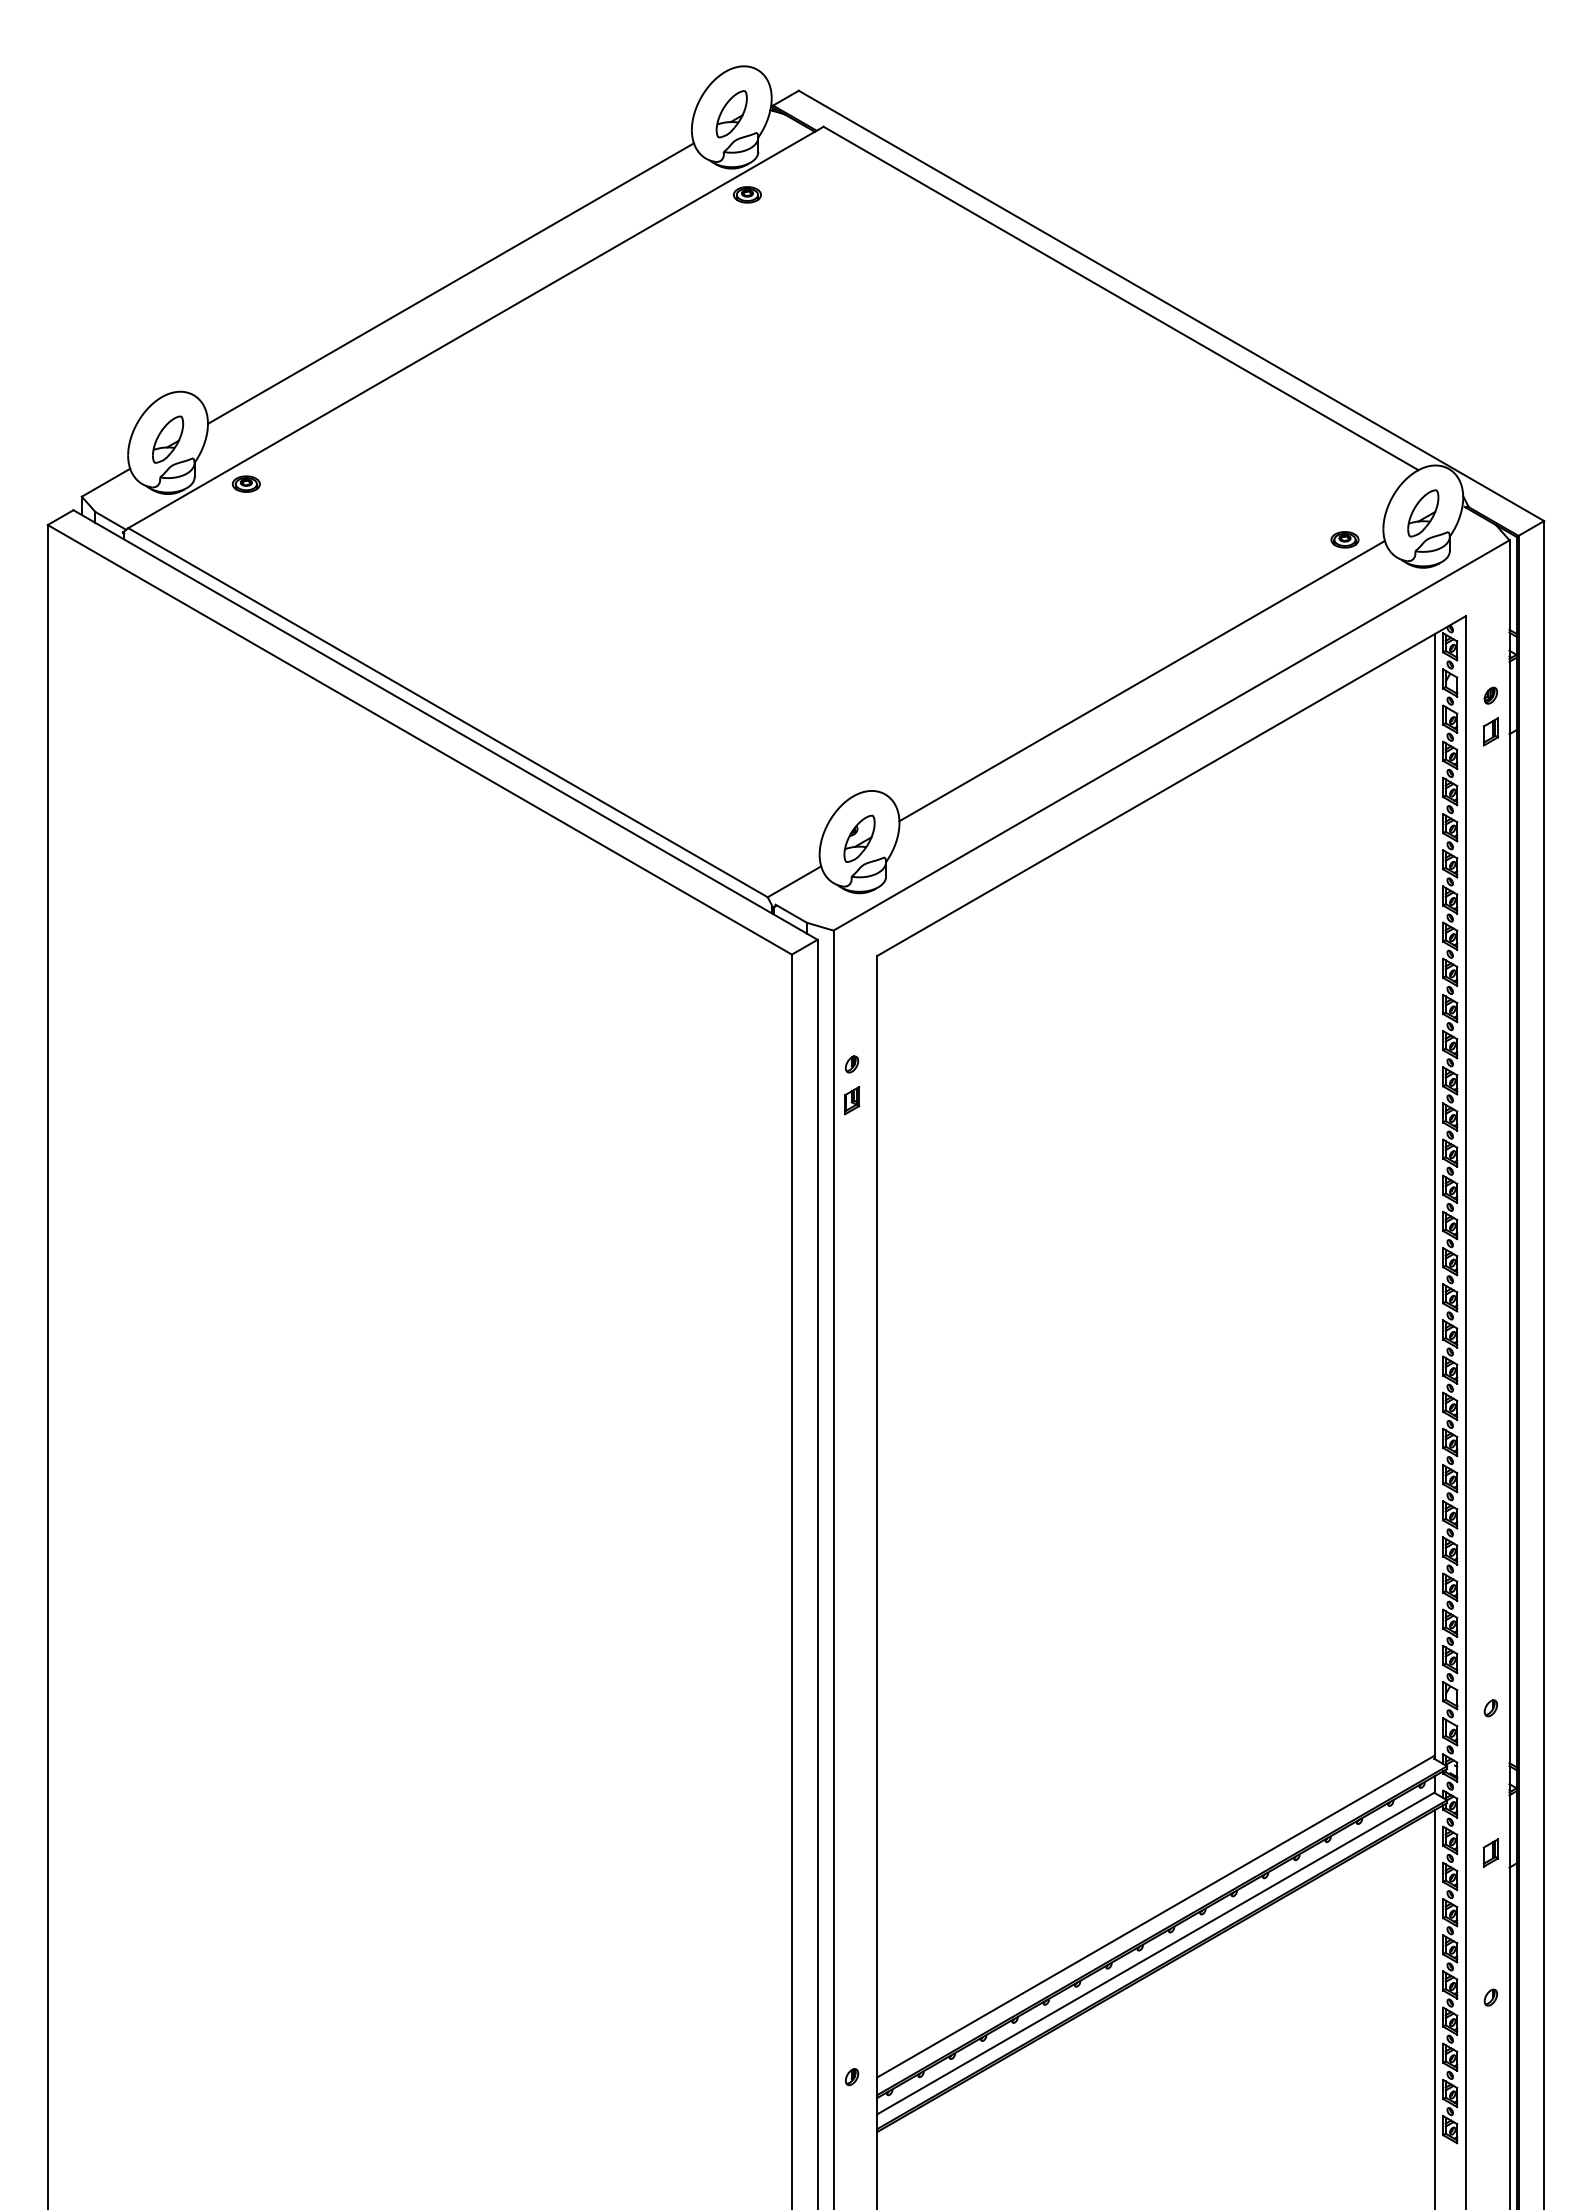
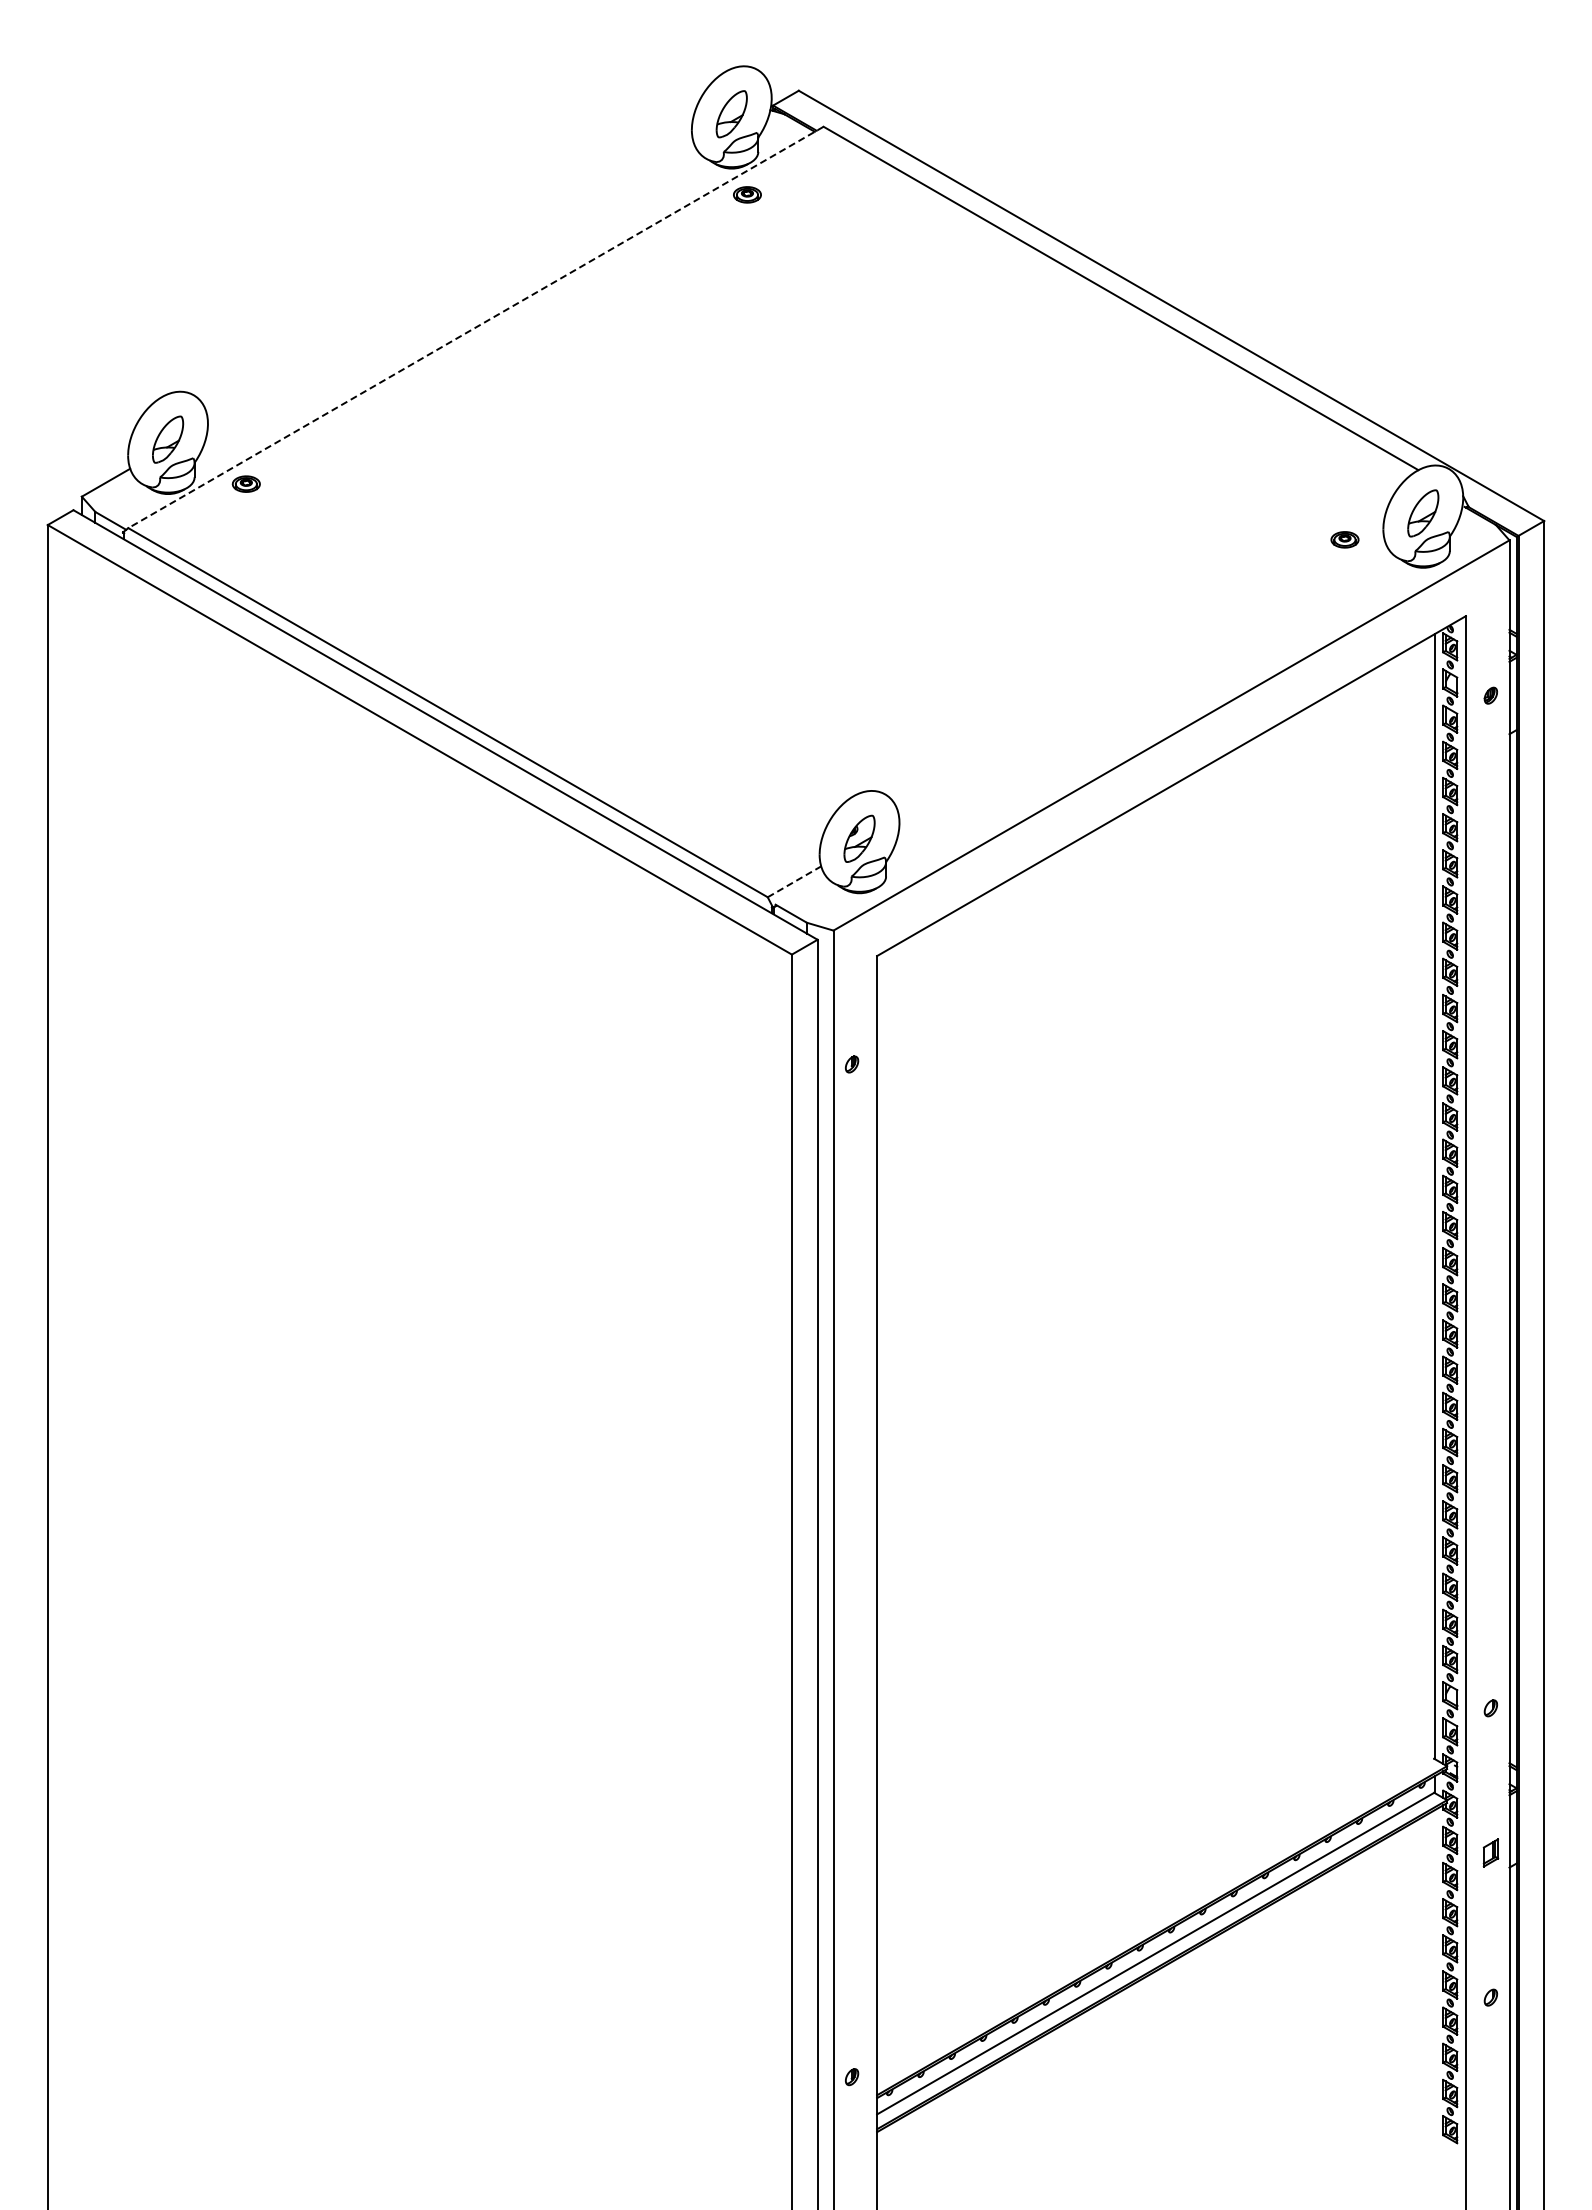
line at (450, 283): present -> none
line at (475, 327): solid -> dashed
line at (1141, 680): present -> none
part at (1490, 731): present -> none
line at (794, 881): solid -> dashed
part at (852, 1100): present -> none
line at (1155, 1916): present -> none
line at (1434, 2008): present -> none
